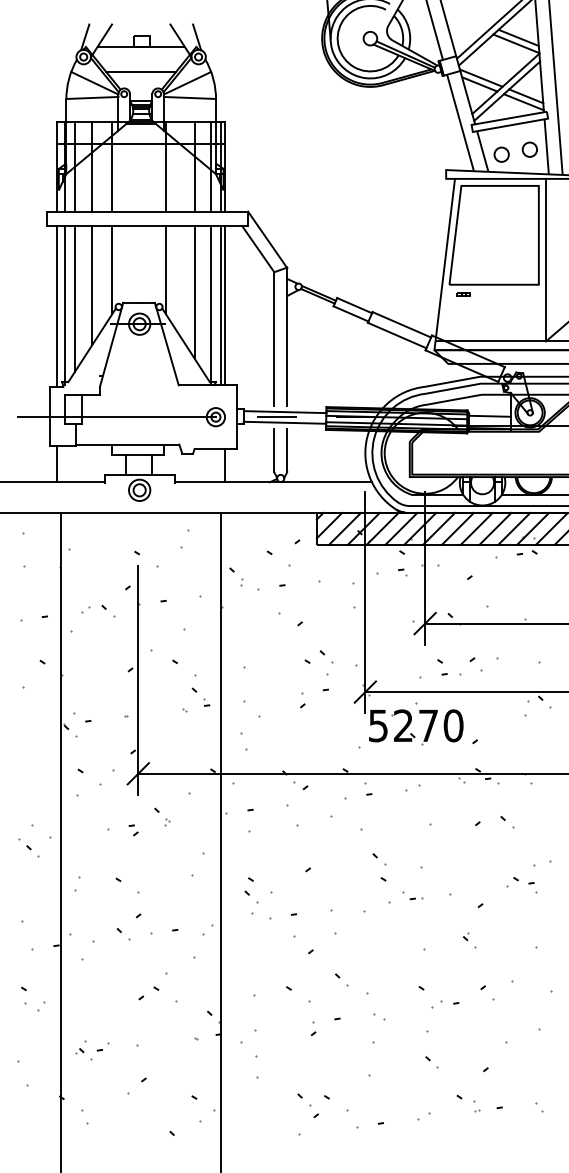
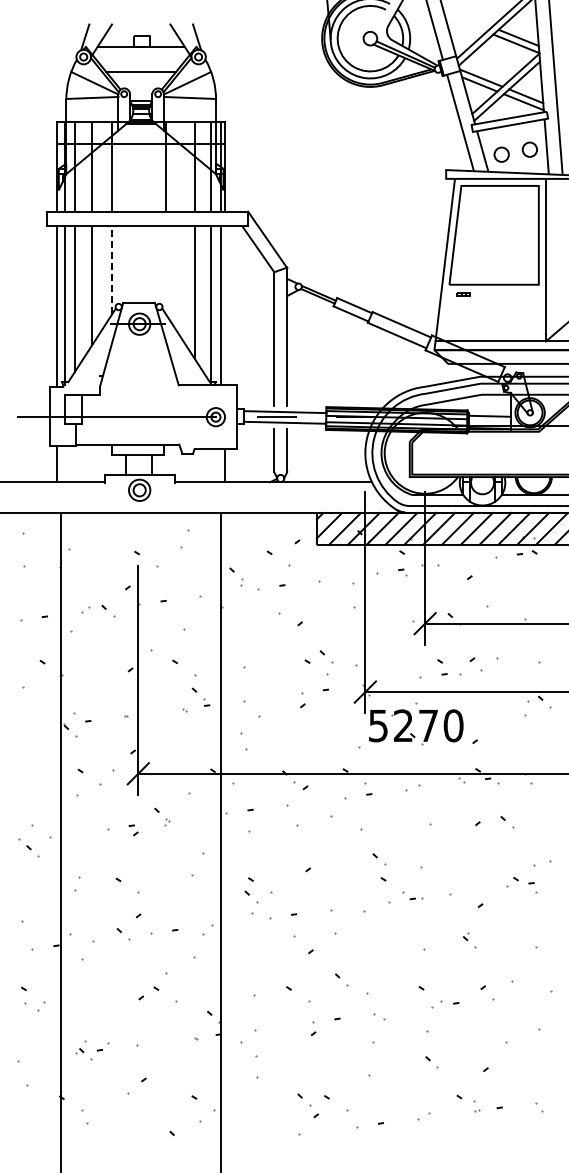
line at (112, 269): solid -> dashed
line at (165, 269): present -> none
line at (225, 305): present -> none
